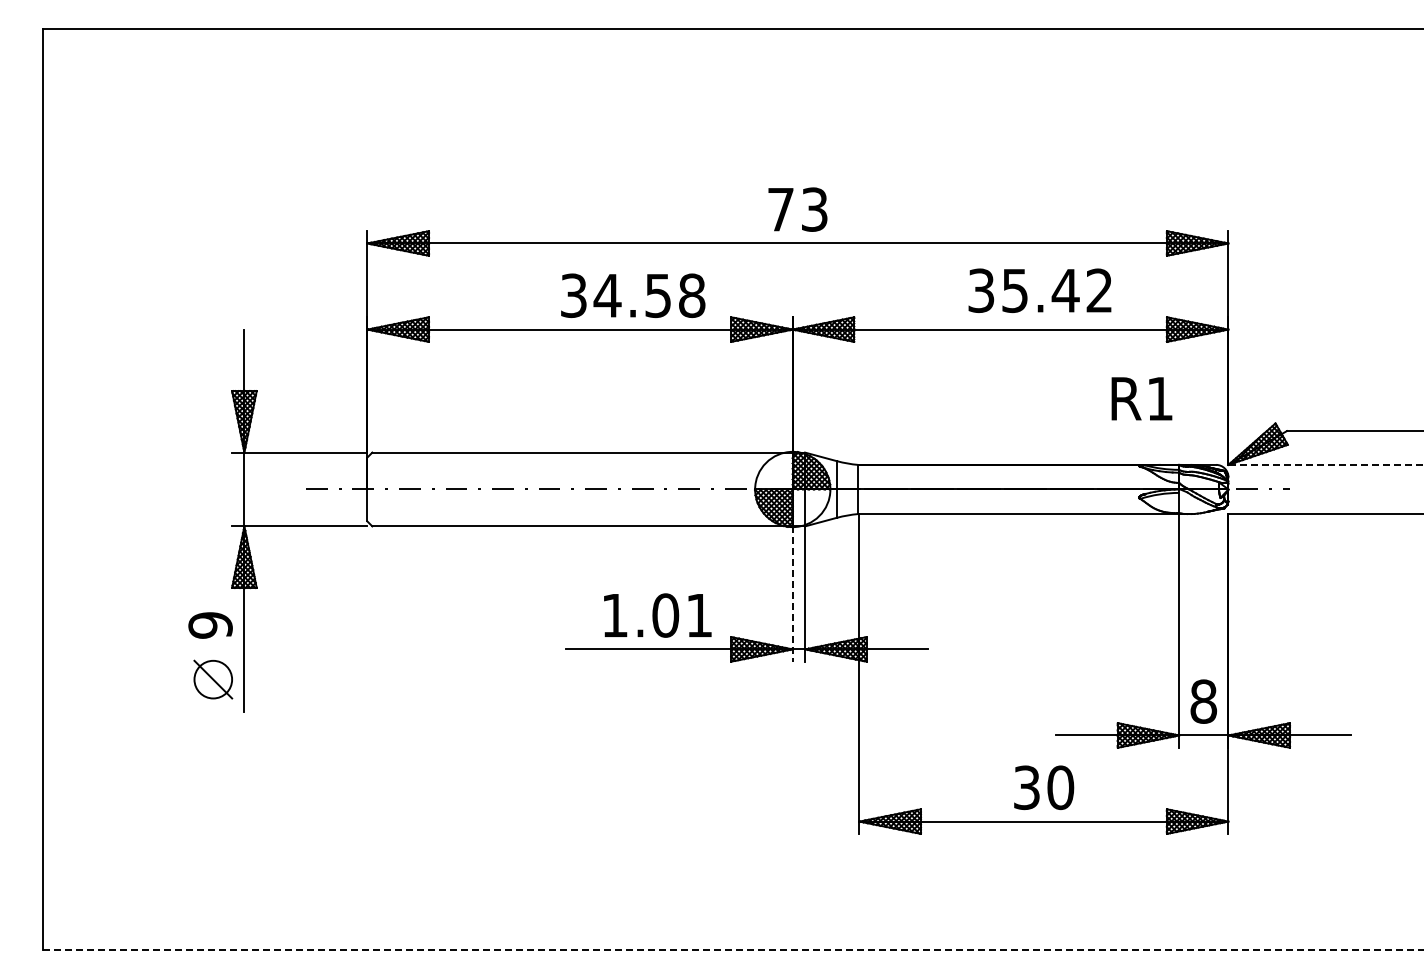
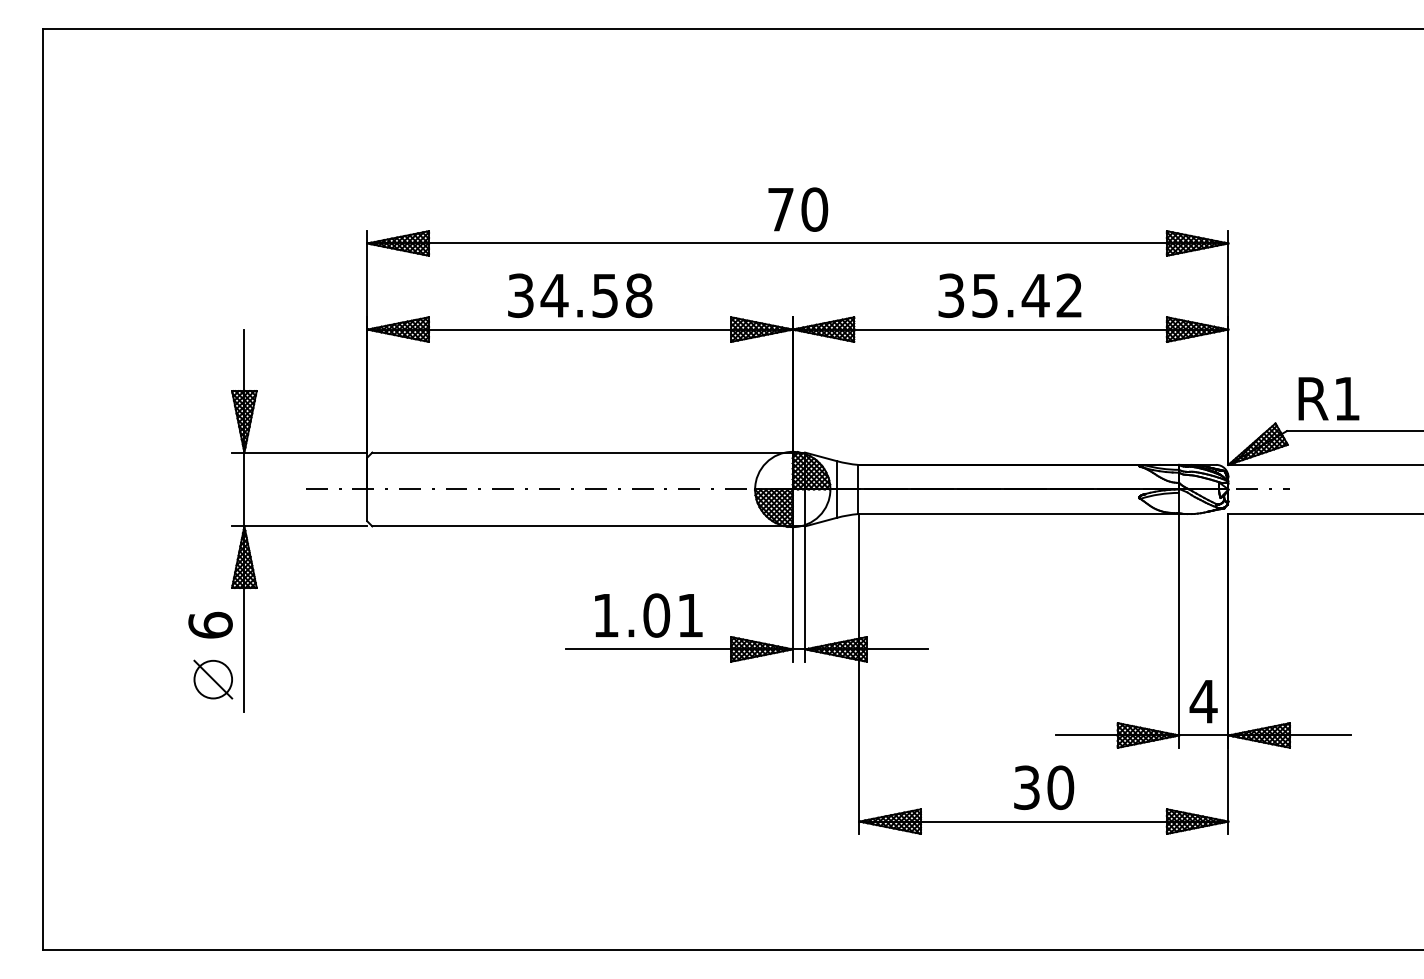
text at (814, 209): 73 -> 70
text at (1039, 290) position: (1039, 290) -> (1009, 295)
text at (633, 295) position: (633, 295) -> (580, 295)
text at (1141, 398) position: (1141, 398) -> (1328, 398)
line at (1326, 464): dashed -> solid
line at (792, 594): dashed -> solid
text at (657, 615) position: (657, 615) -> (648, 615)
text at (210, 624): 9 -> 6
text at (1203, 701): 8 -> 4
line at (733, 949): dashed -> solid
